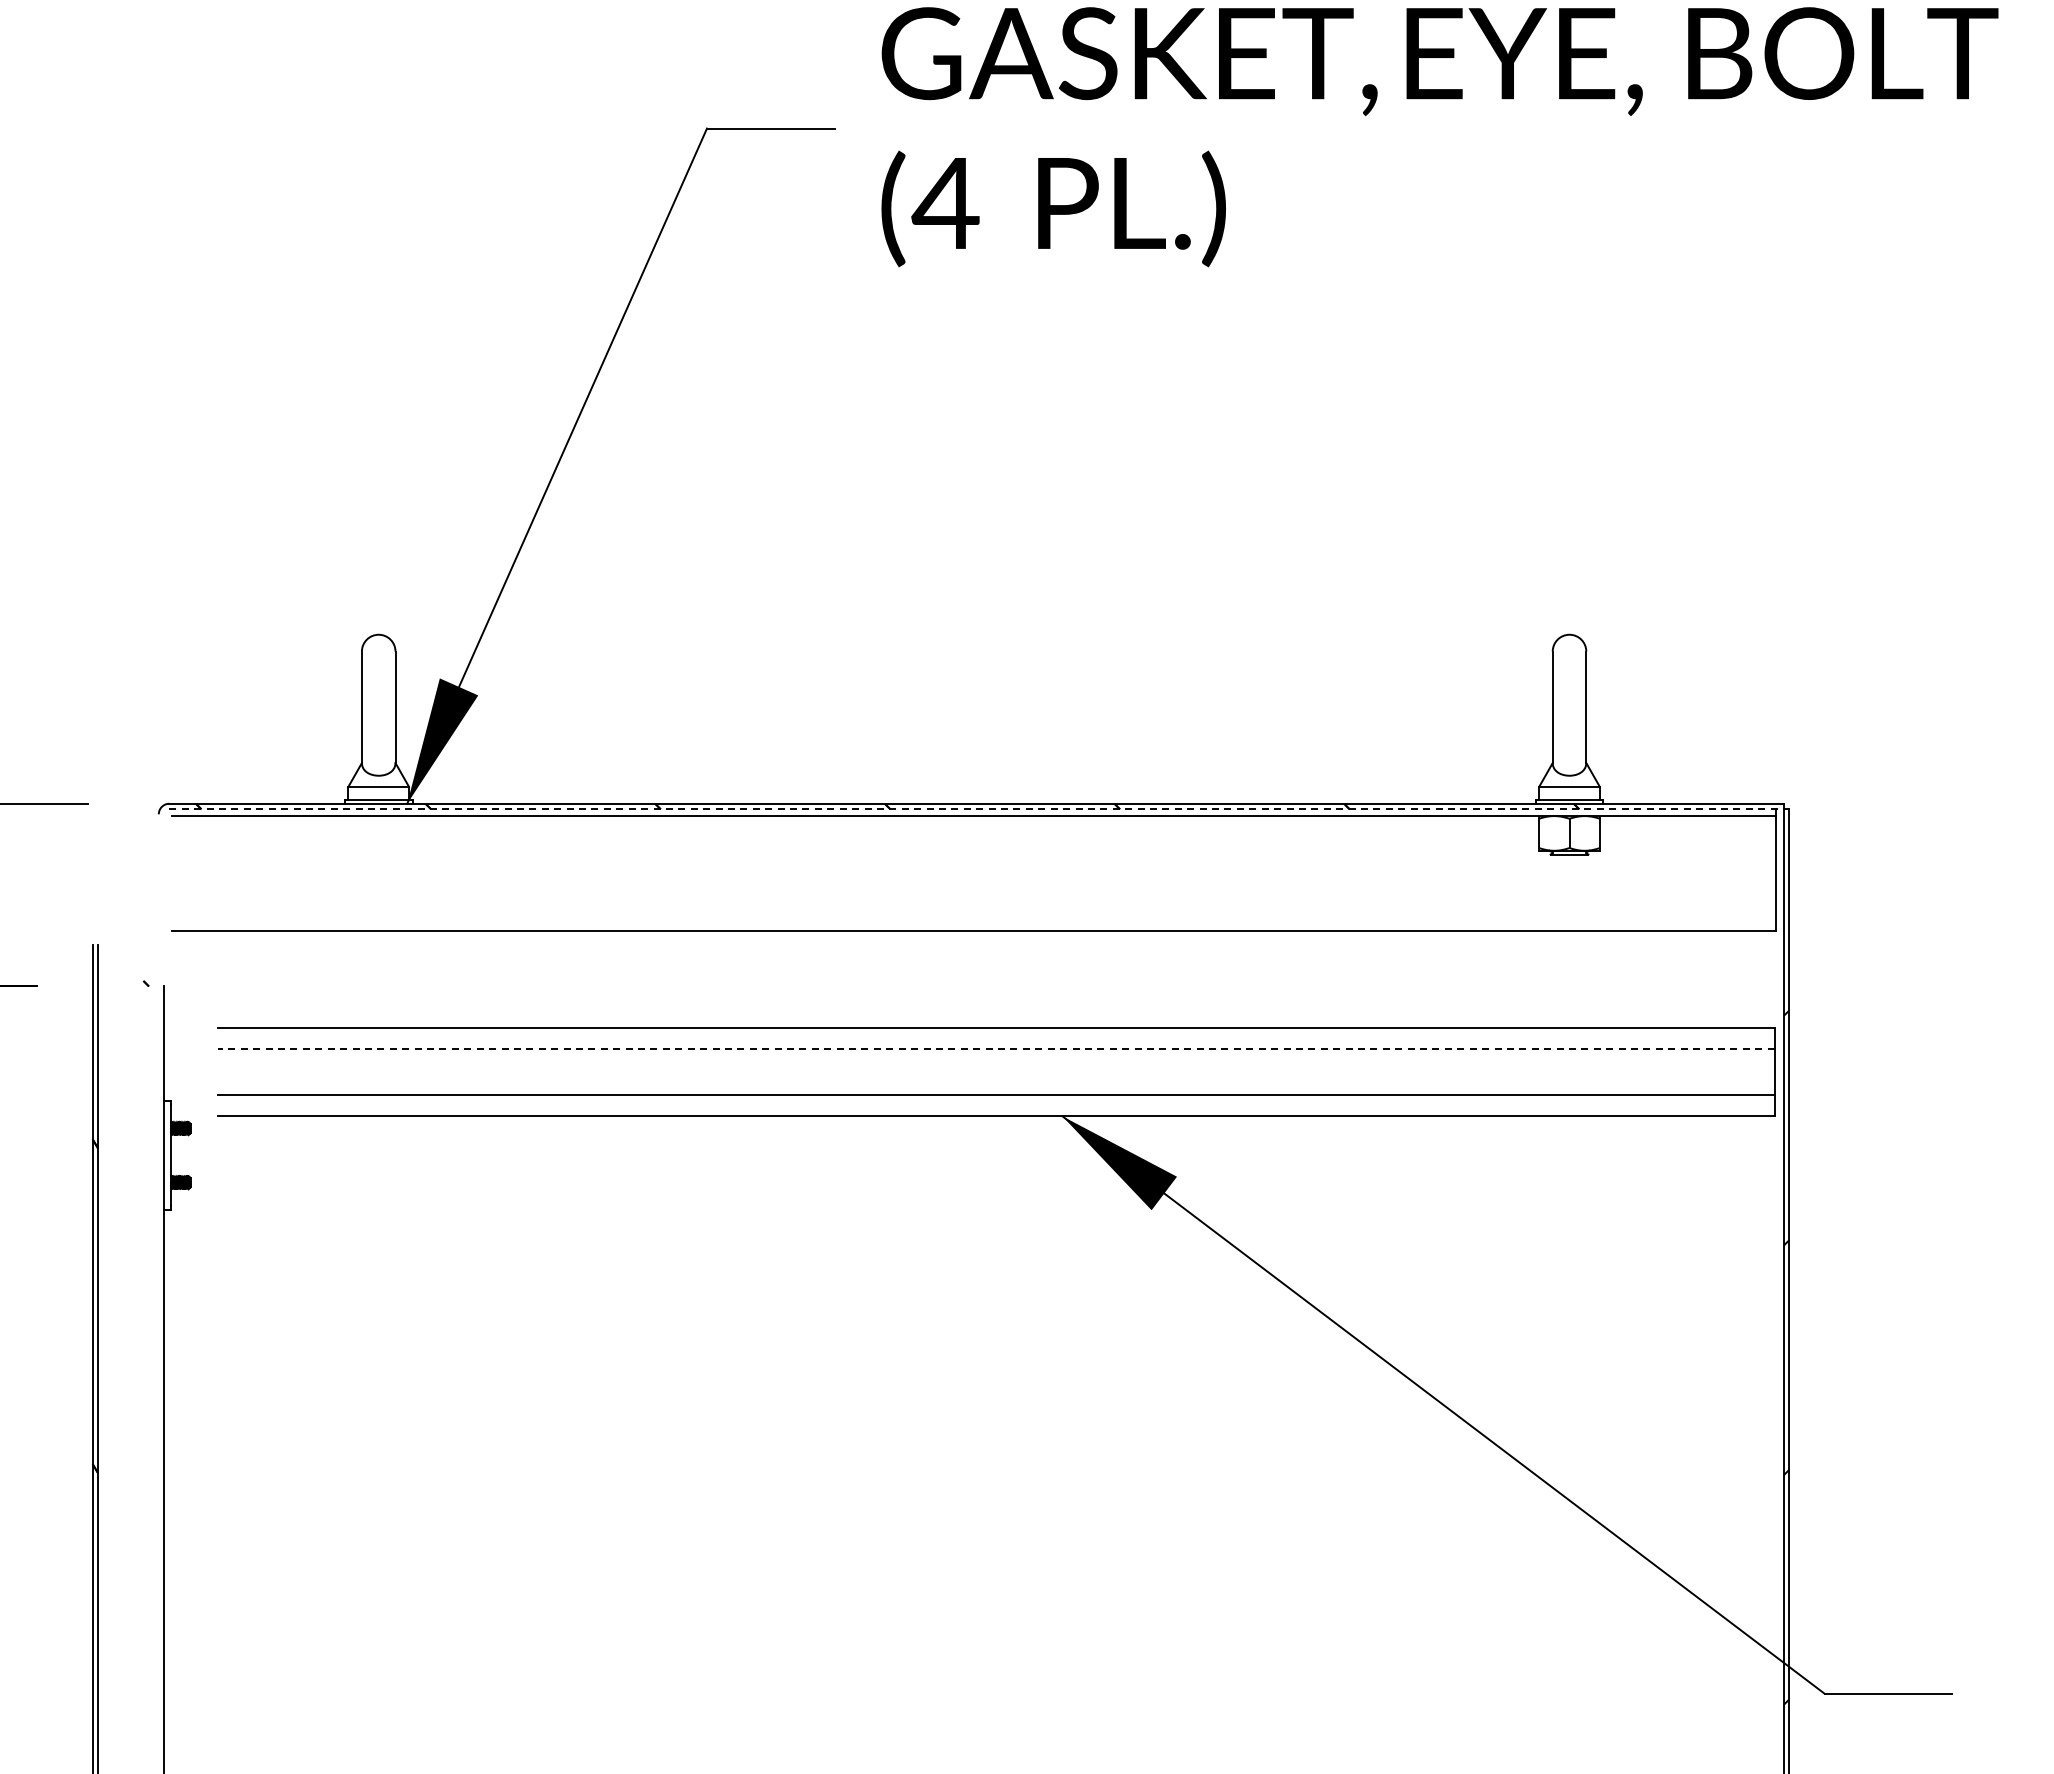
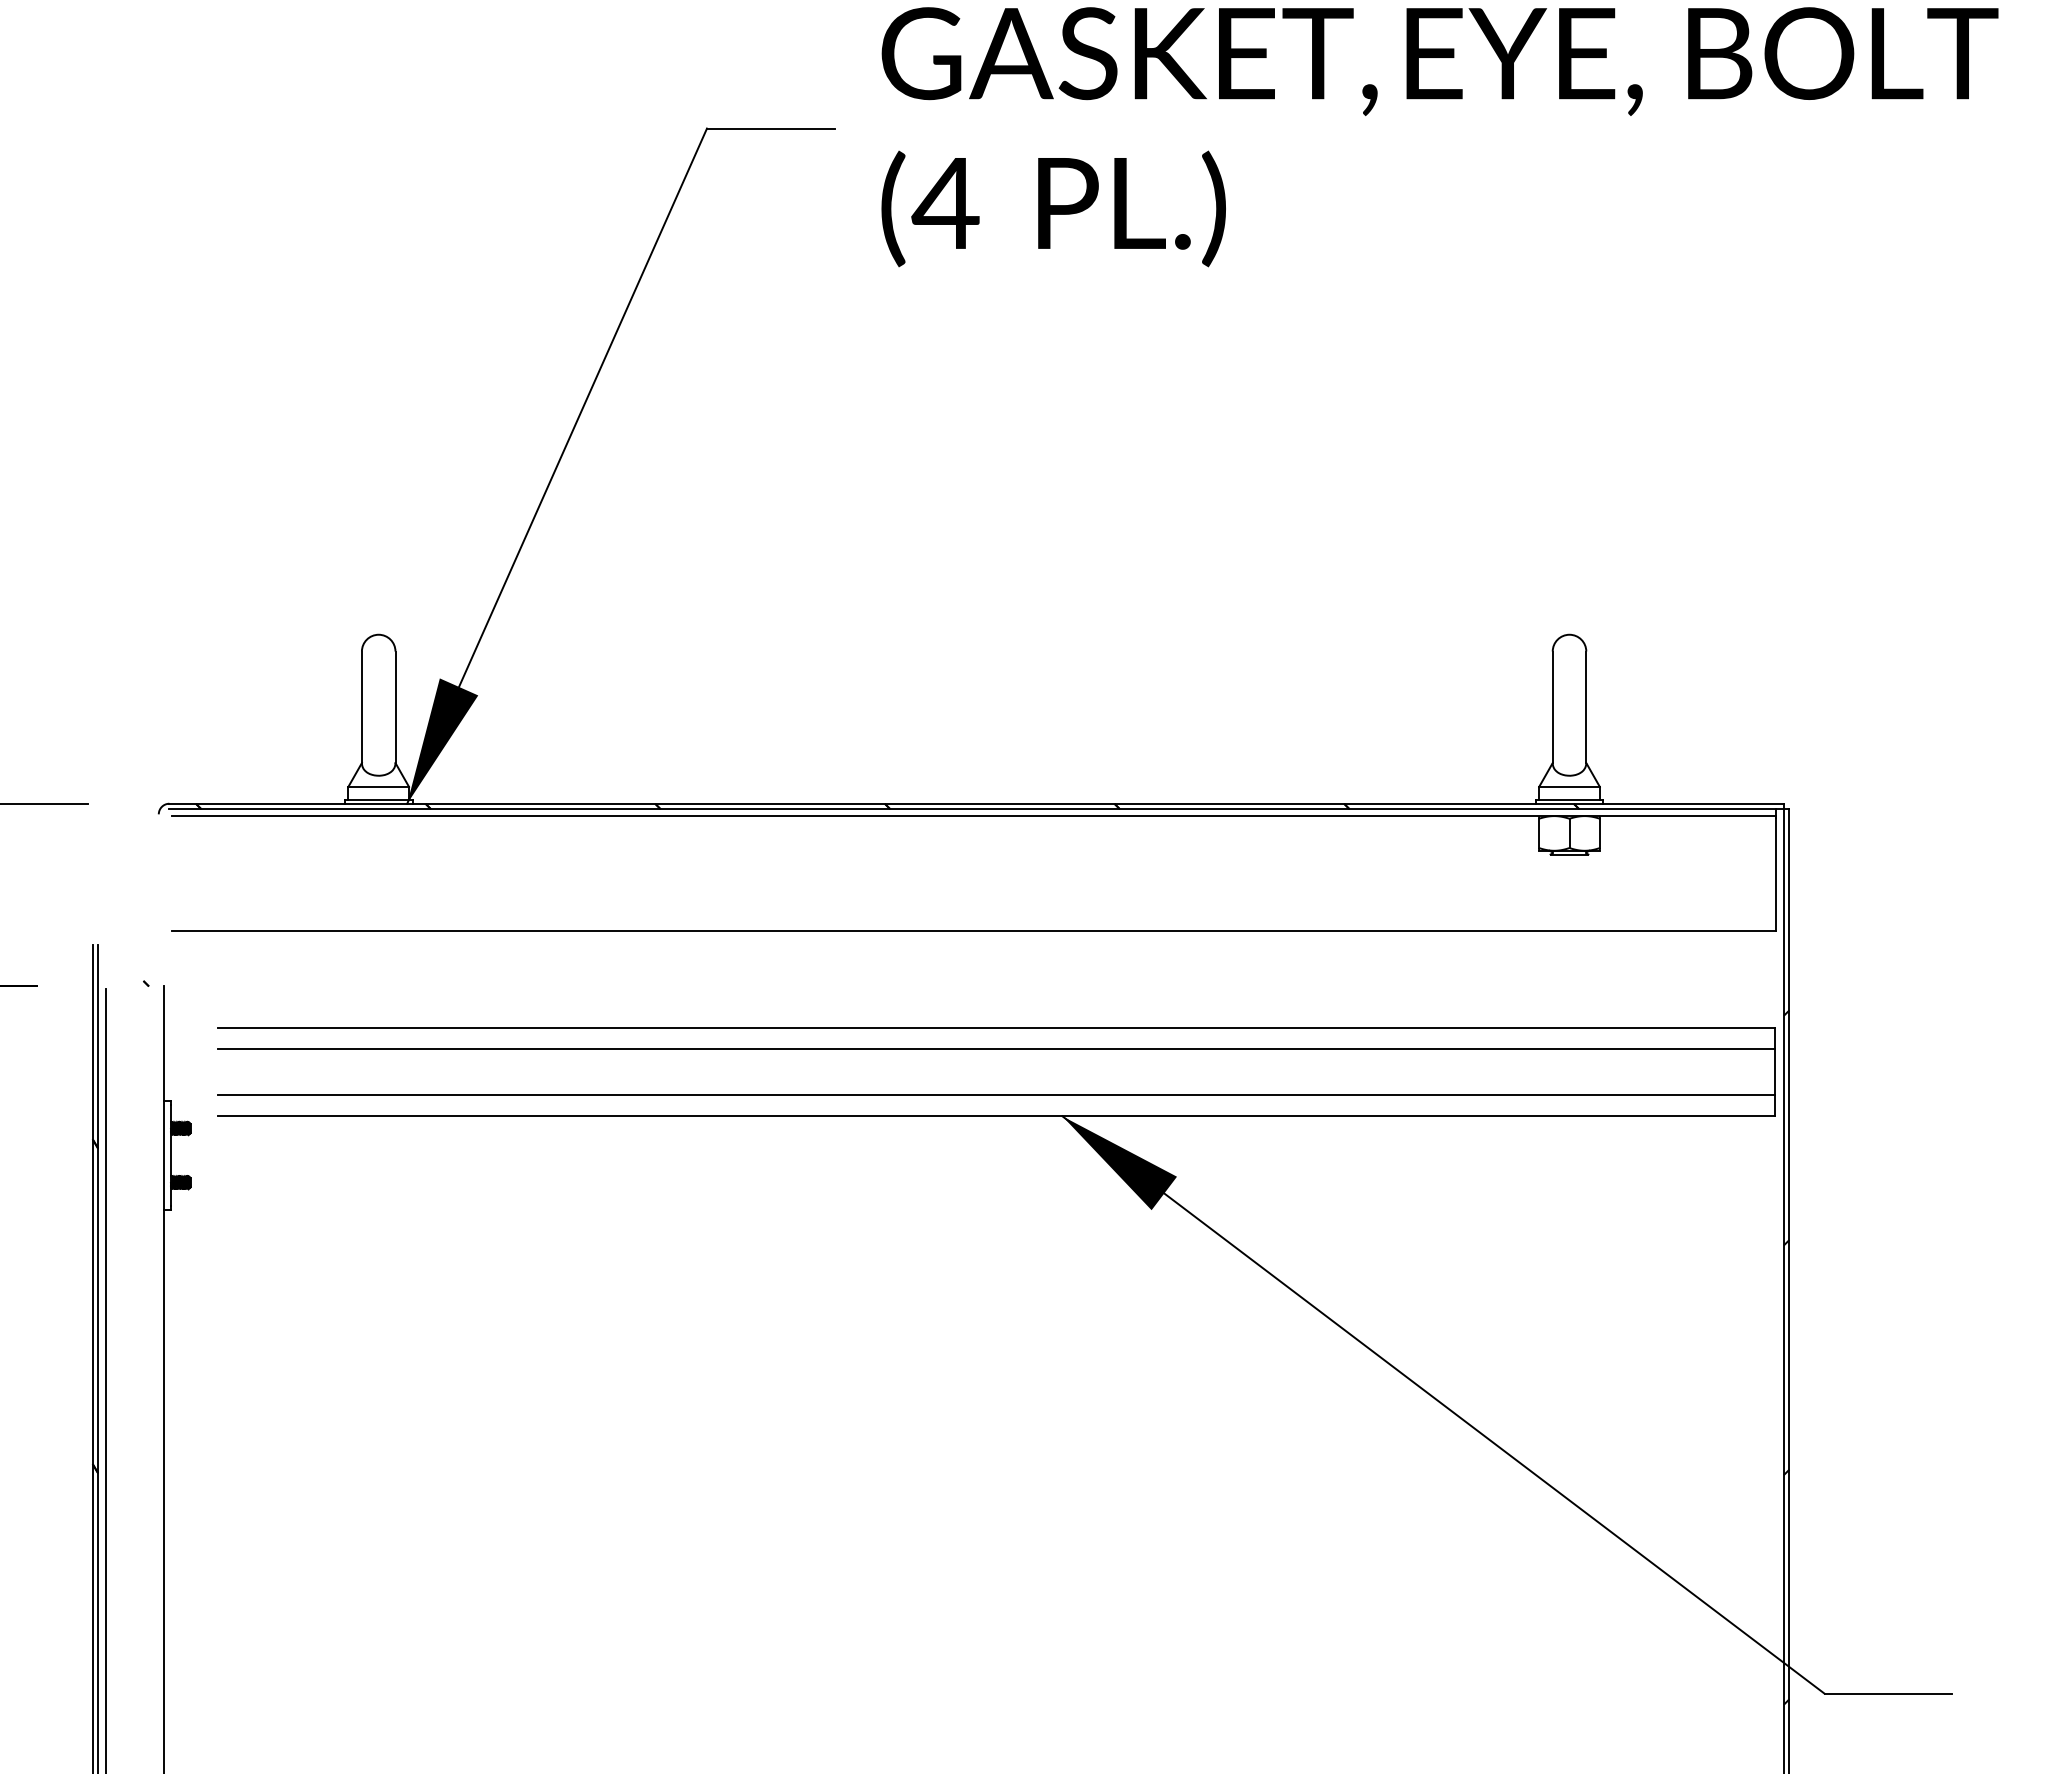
line at (977, 809): dashed -> solid
line at (996, 1049): dashed -> solid
line at (106, 1379): none -> present
